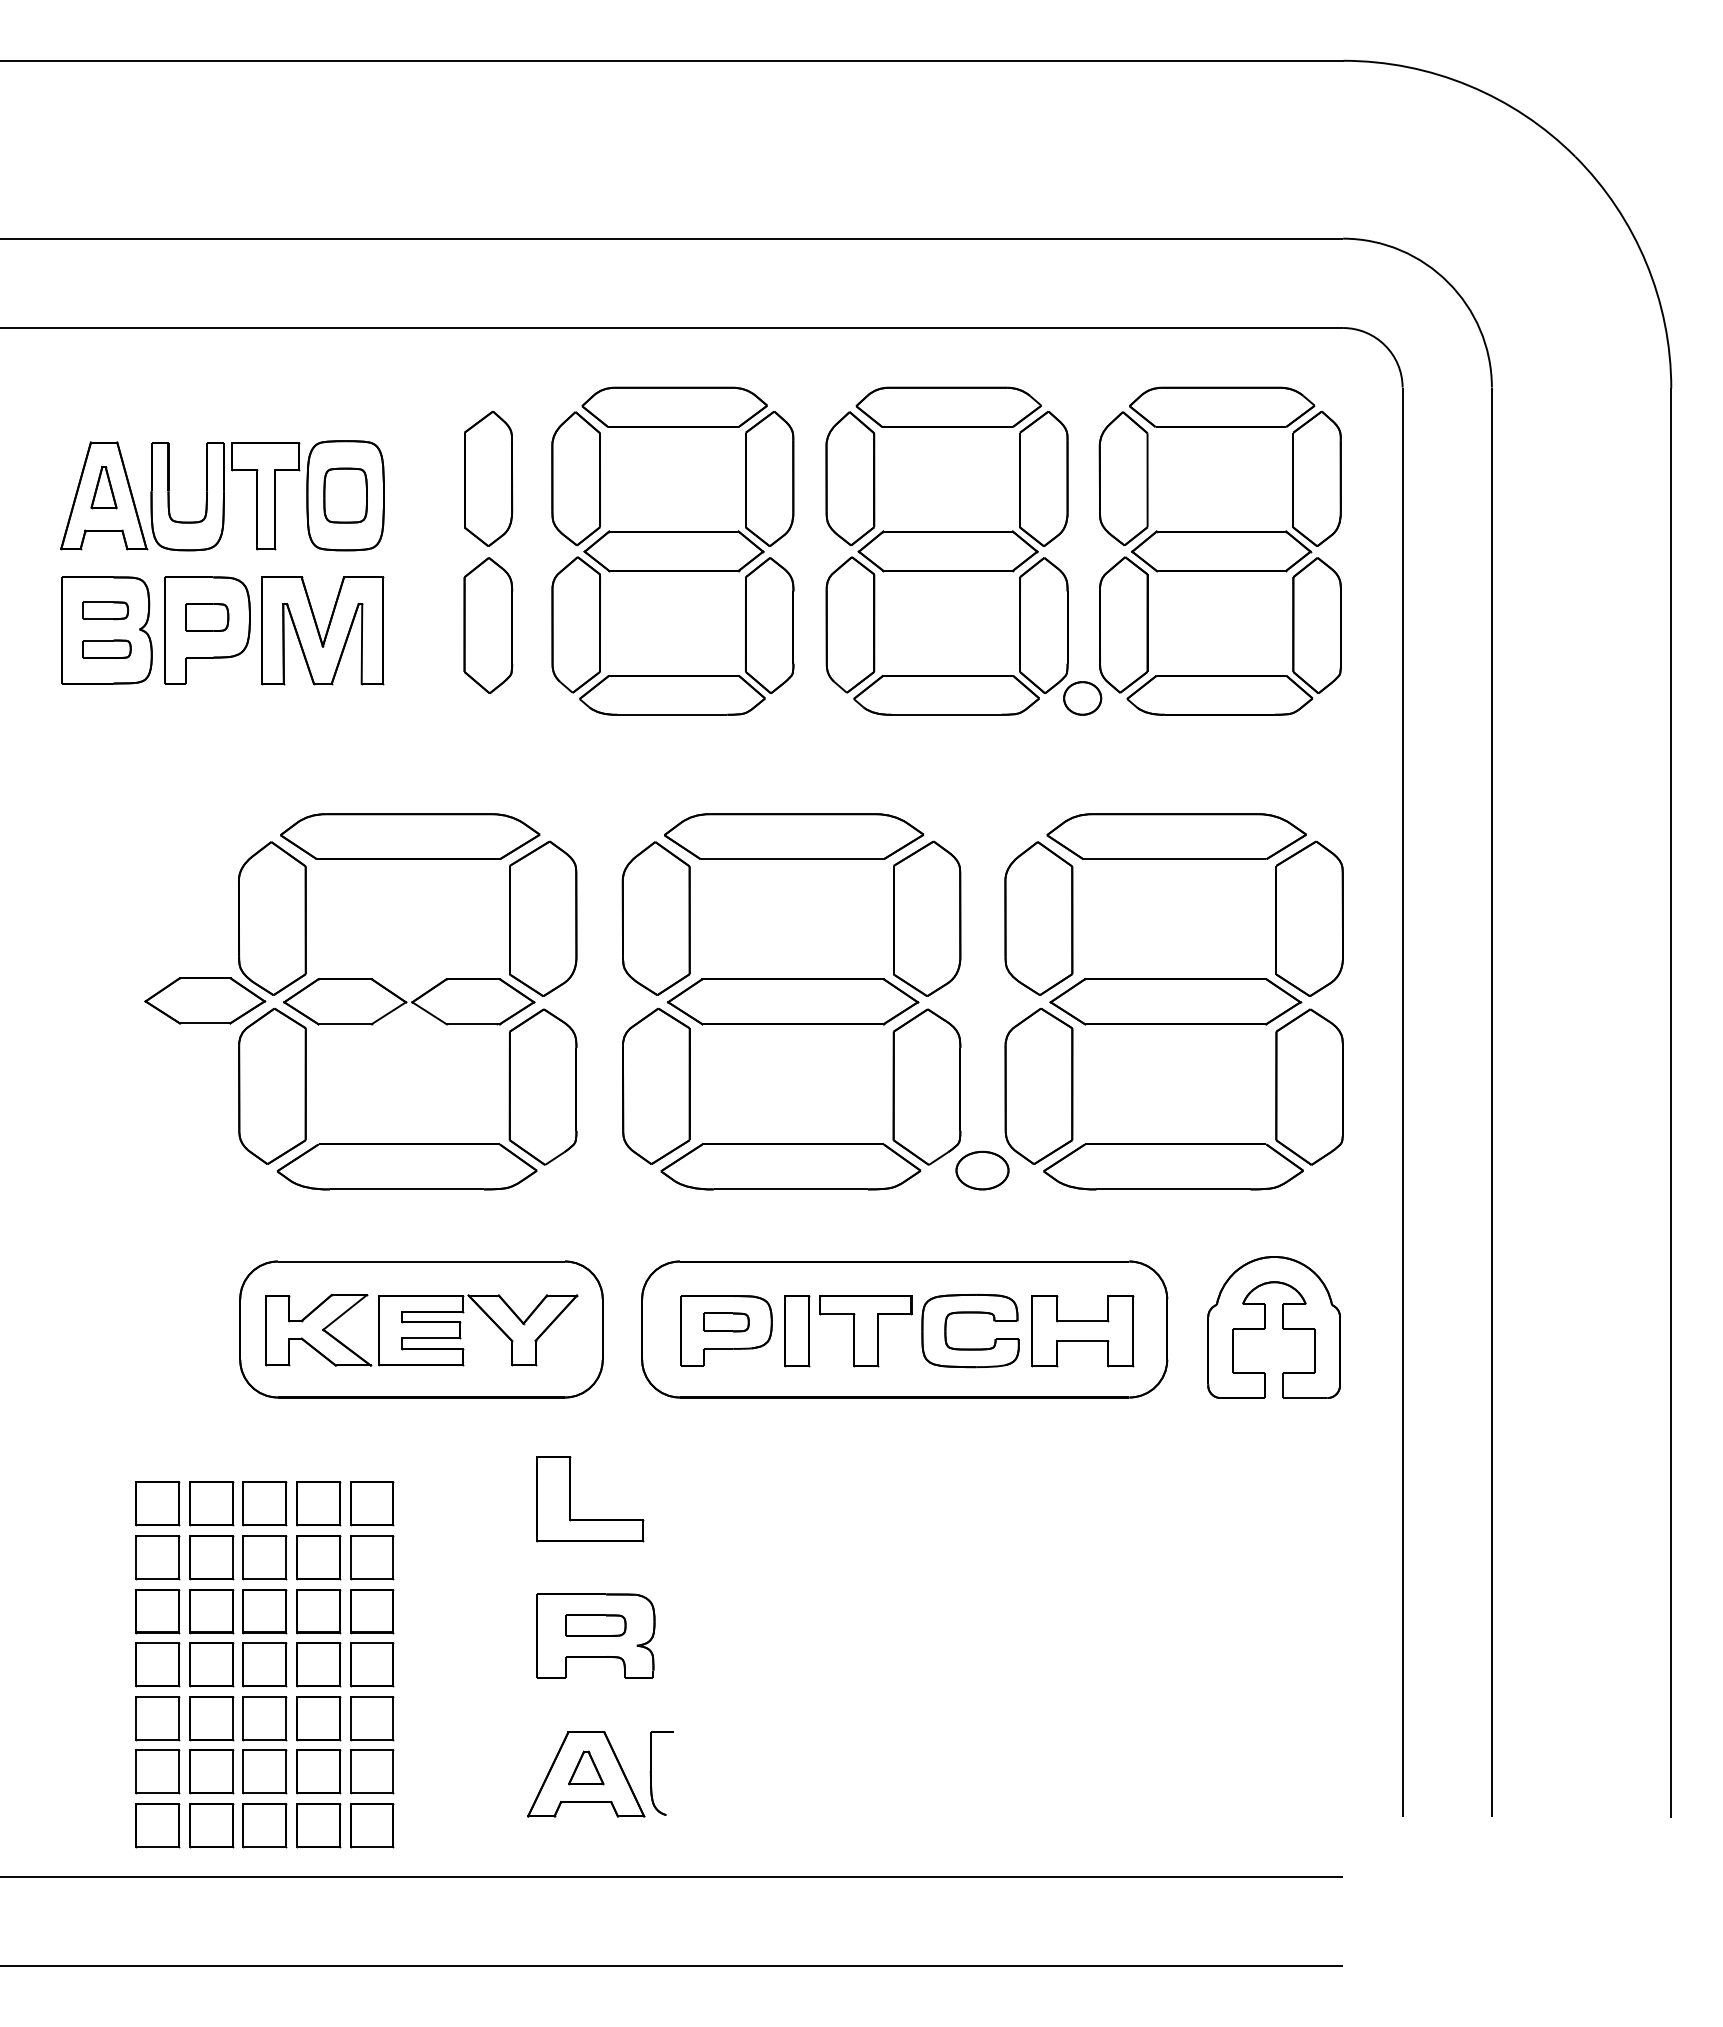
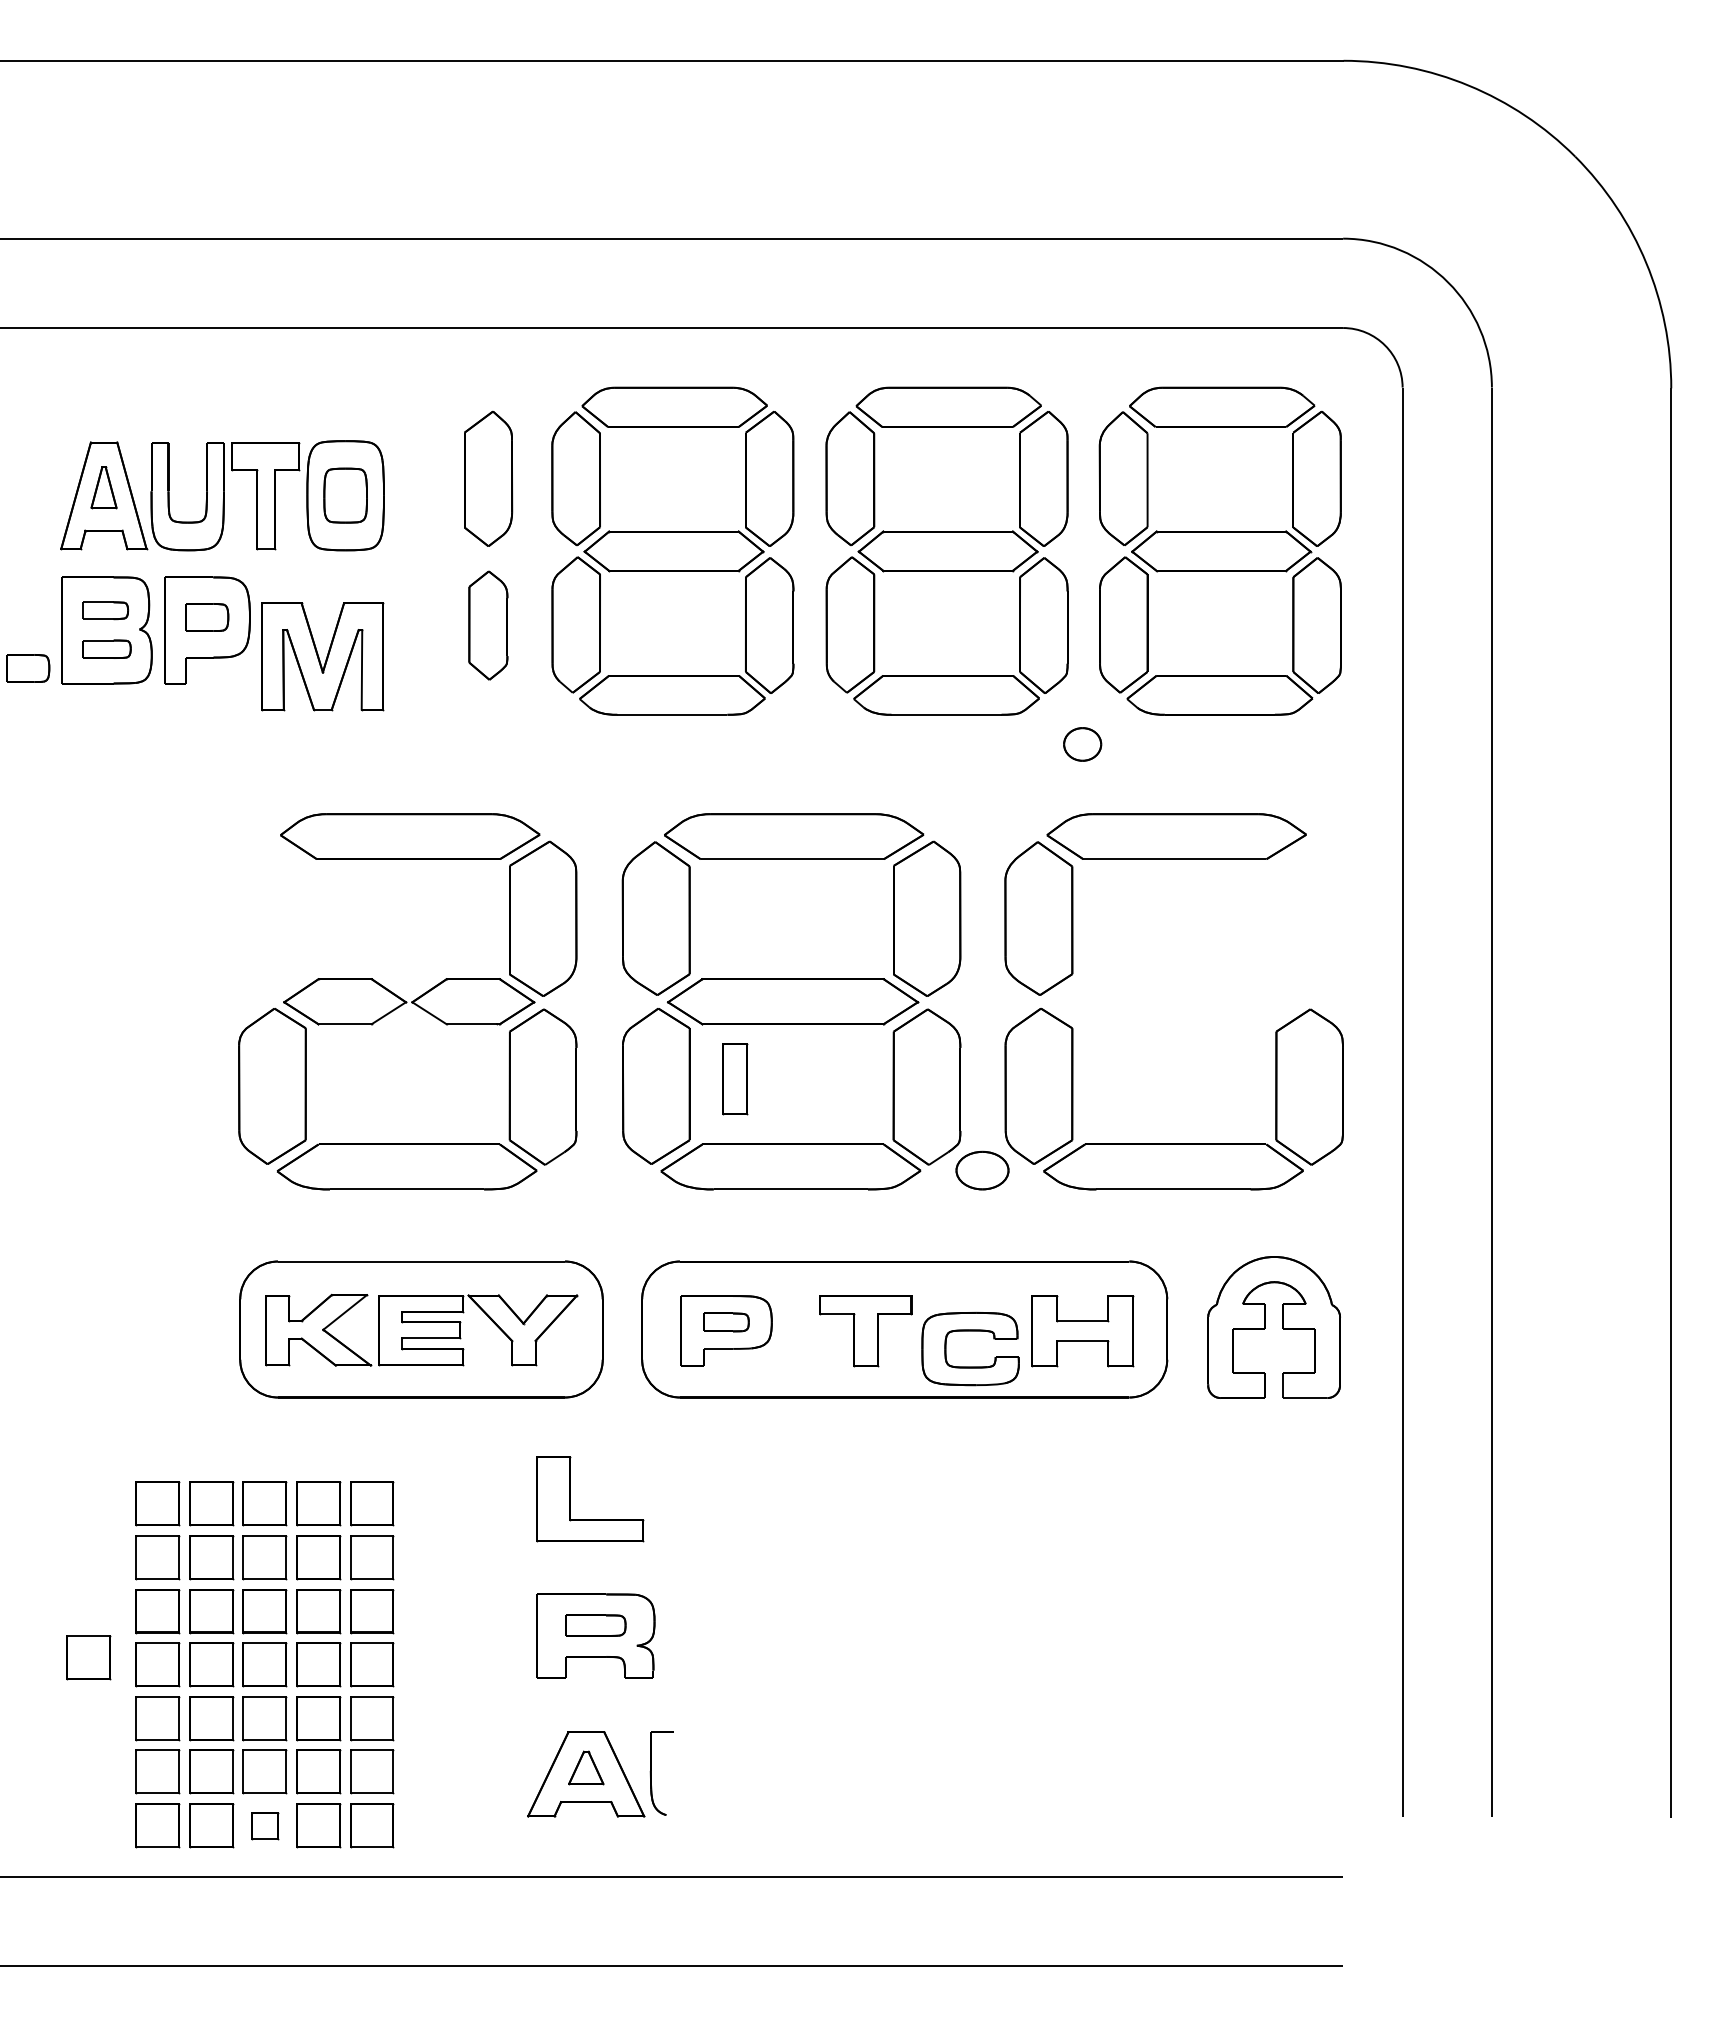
part at (488, 625) size: 51x137 px -> 41x111 px
part at (322, 630) position: (322, 630) -> (322, 656)
part at (28, 668): none -> present
part at (1082, 698) position: (1082, 698) -> (1082, 744)
part at (238, 932): present -> none
part at (1196, 978): present -> none
part at (970, 1313) position: (970, 1313) -> (970, 1331)
part at (797, 1331) position: (797, 1331) -> (735, 1079)
part at (88, 1657): none -> present
part at (264, 1825) size: 46x46 px -> 29x29 px
